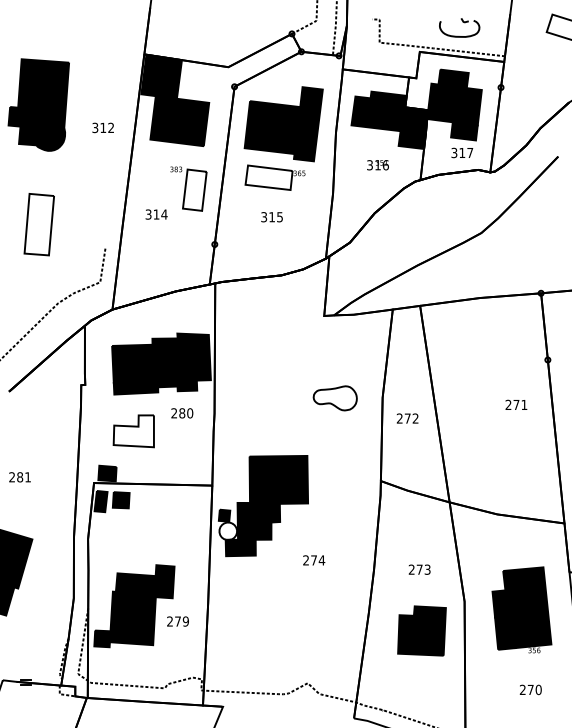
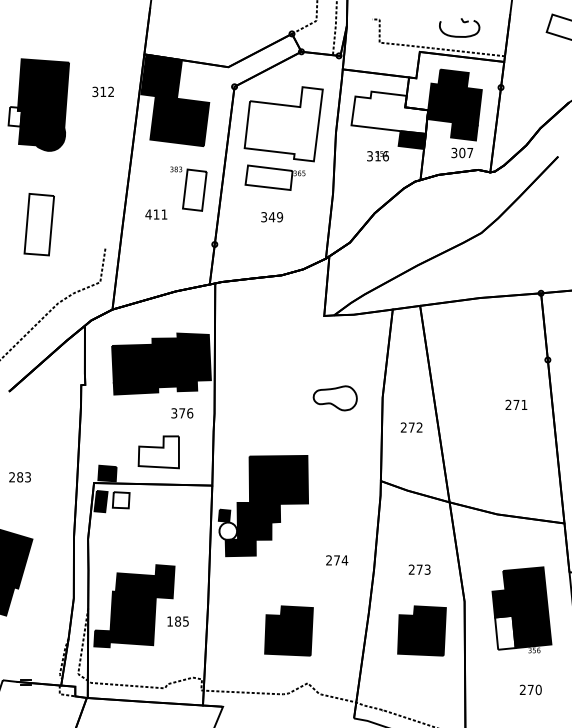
fill at (389, 112): present -> none
fill at (14, 116): present -> none
fill at (283, 124): present -> none
text at (102, 127) position: (102, 127) -> (102, 91)
text at (462, 152): 317 -> 307
text at (377, 165) position: (377, 165) -> (377, 156)
text at (156, 214): 314 -> 411
text at (275, 217): 315 -> 349
text at (182, 413): 280 -> 376
text at (407, 418) position: (407, 418) -> (411, 427)
part at (133, 431) position: (133, 431) -> (158, 452)
text at (27, 477): 281 -> 283
fill at (120, 500): present -> none
text at (314, 560) position: (314, 560) -> (337, 560)
text at (177, 621): 279 -> 185
part at (288, 630): none -> present
fill at (505, 632): present -> none
